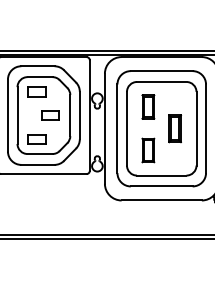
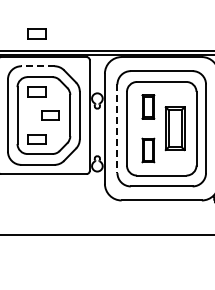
part at (36, 33): none -> present
line at (37, 66): solid -> dashed
part at (174, 128) size: 14x30 px -> 22x46 px
line at (117, 129): solid -> dashed
line at (106, 238): present -> none
